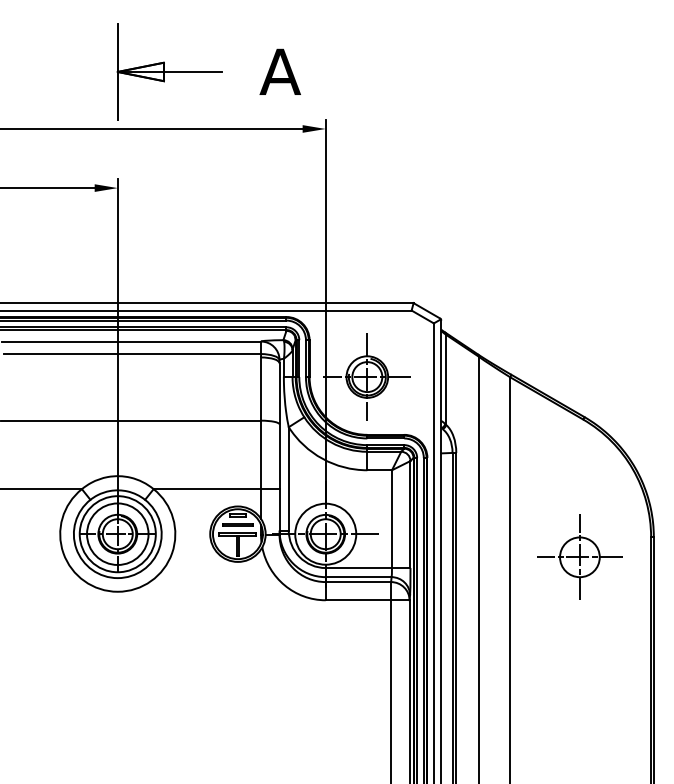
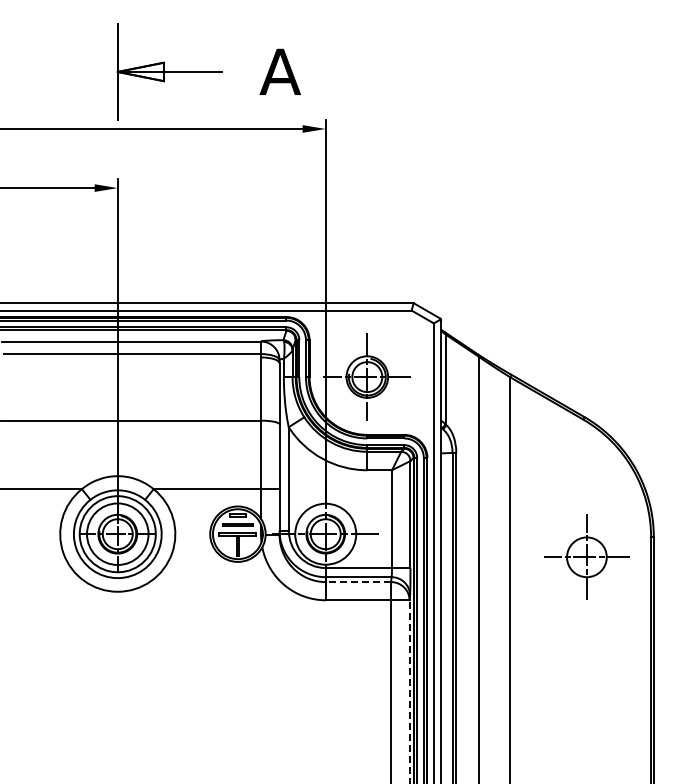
part at (579, 556) position: (579, 556) -> (586, 556)
line at (358, 582): solid -> dashed
line at (409, 691): solid -> dashed
